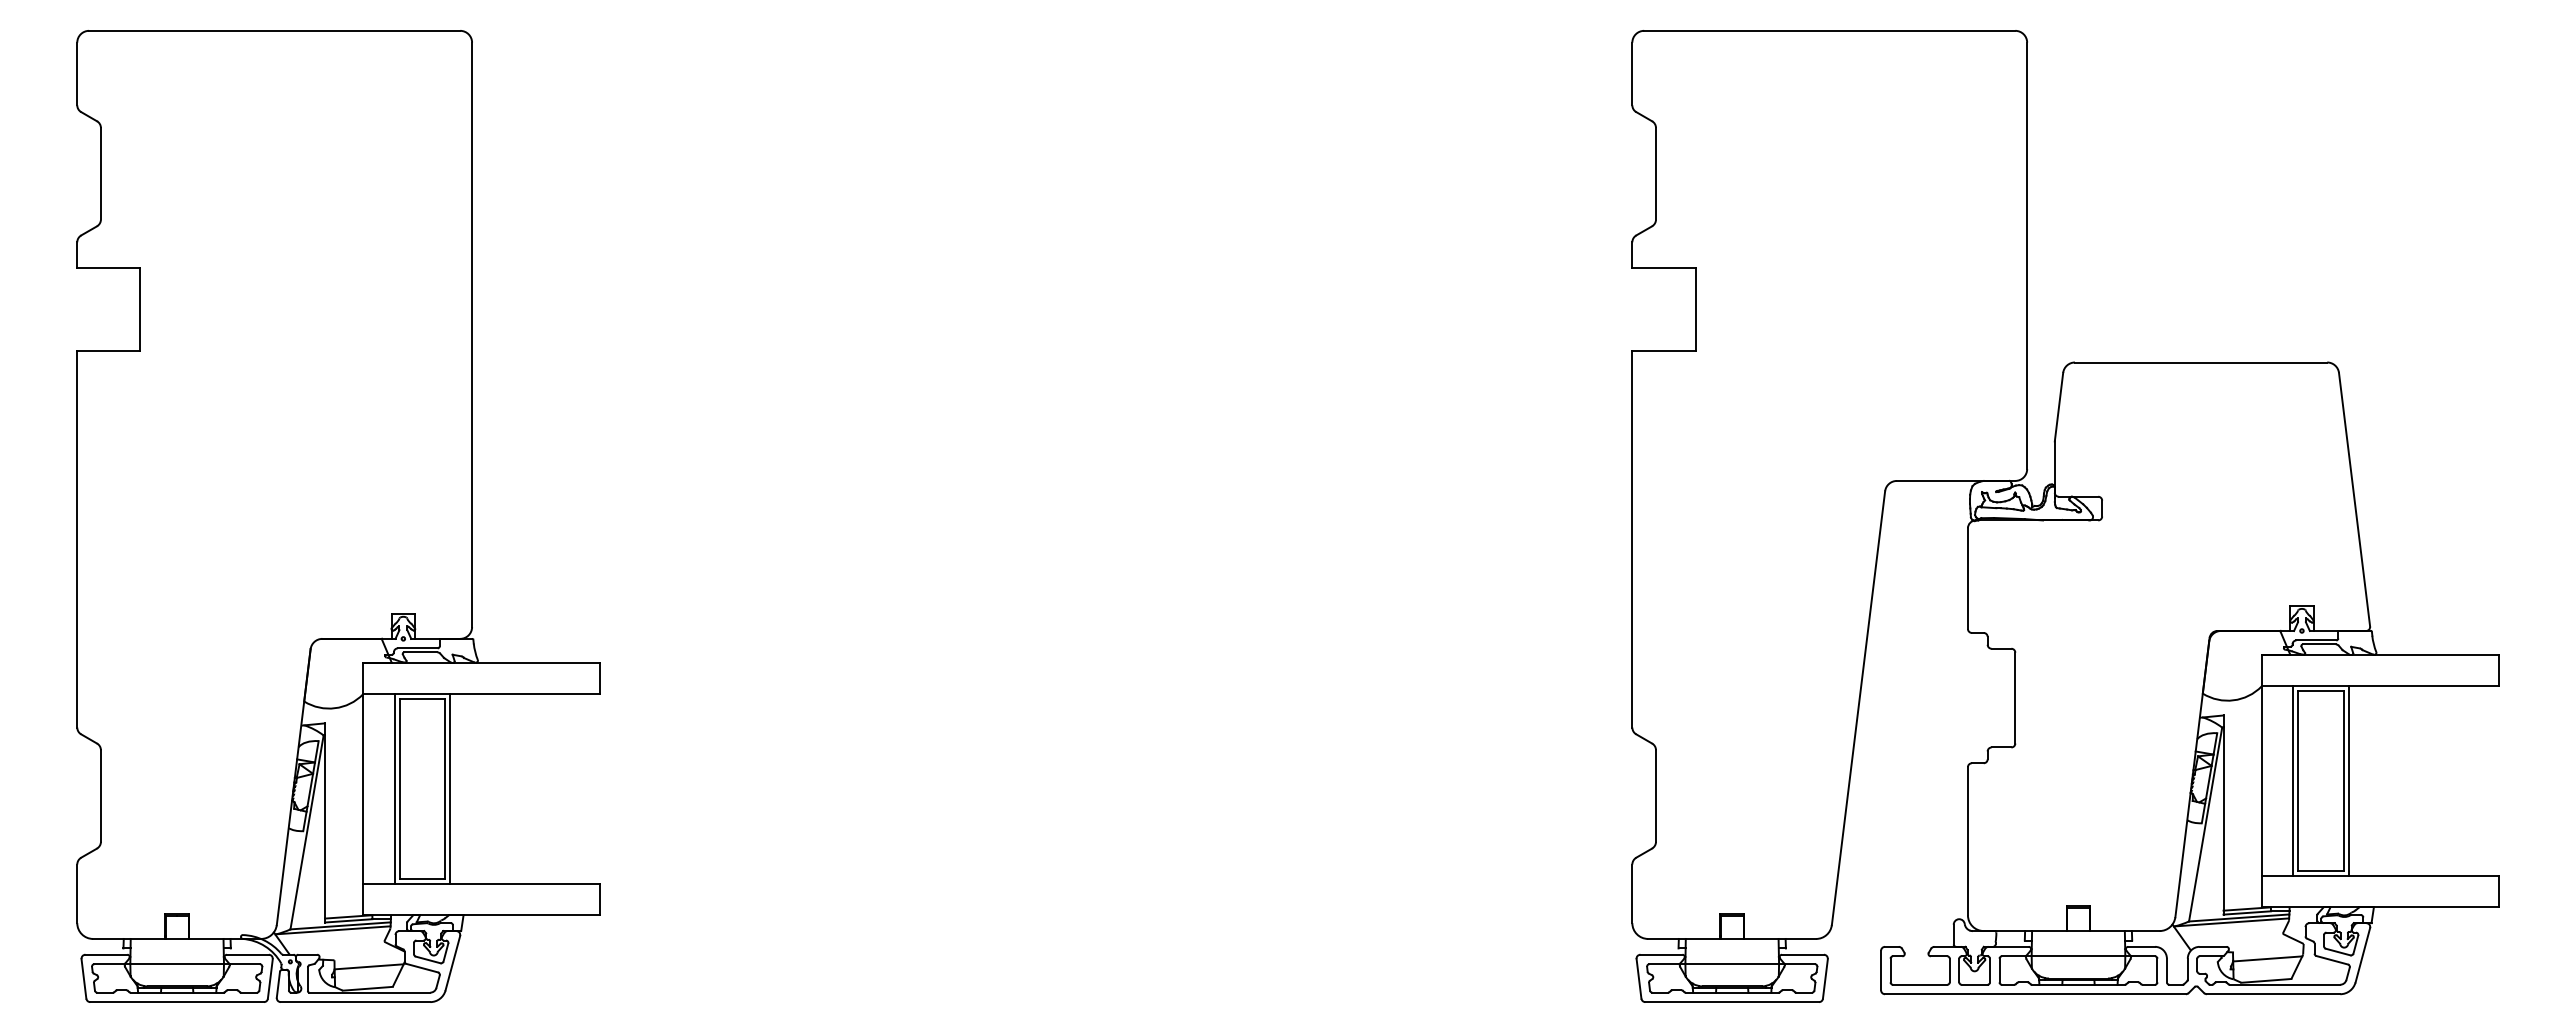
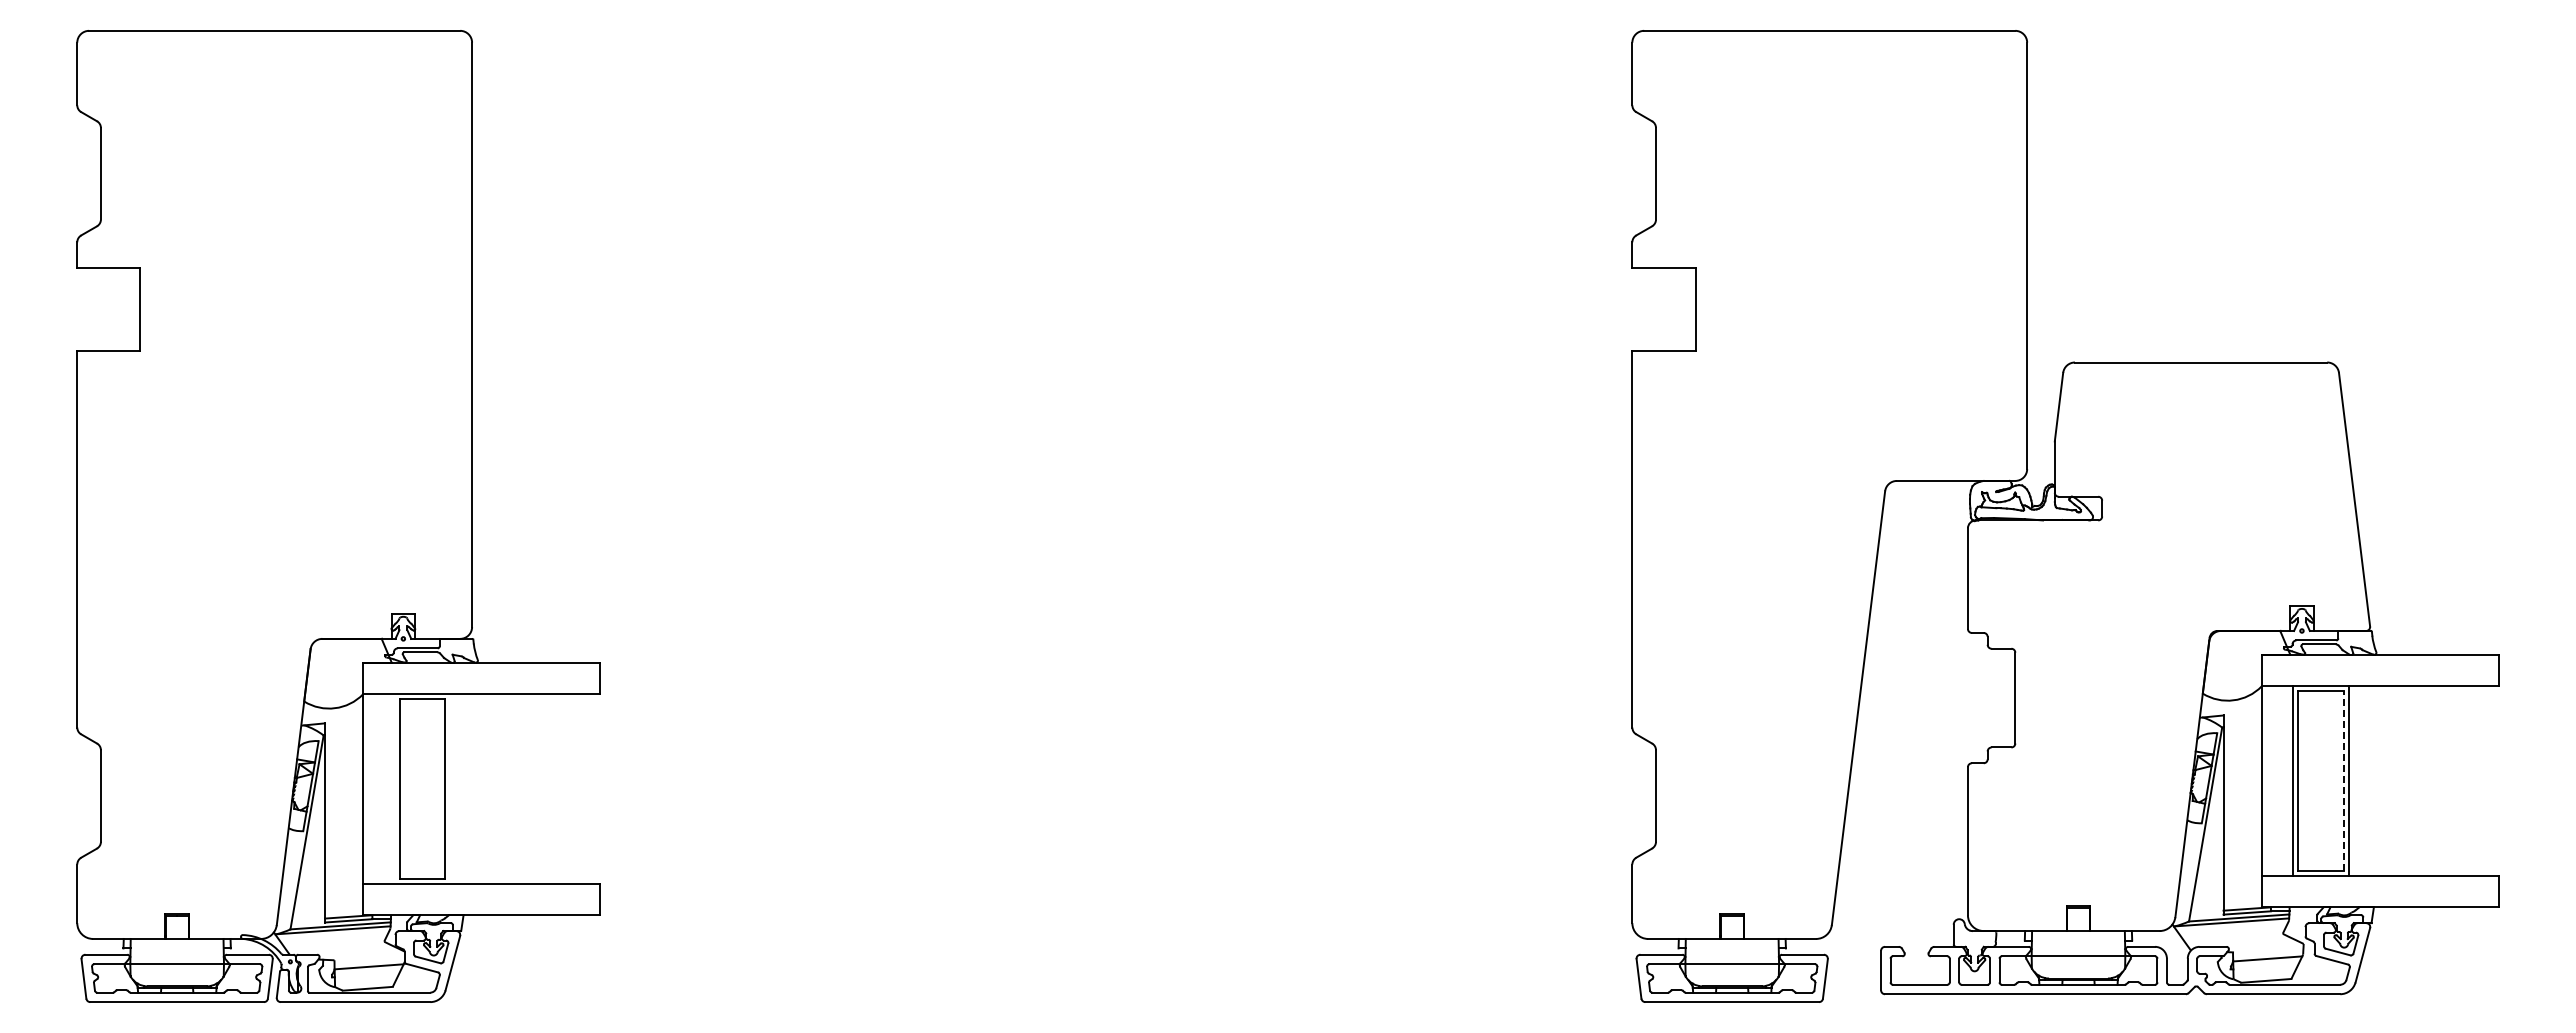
line at (2343, 780): solid -> dashed
line at (394, 788): present -> none
line at (450, 788): present -> none
